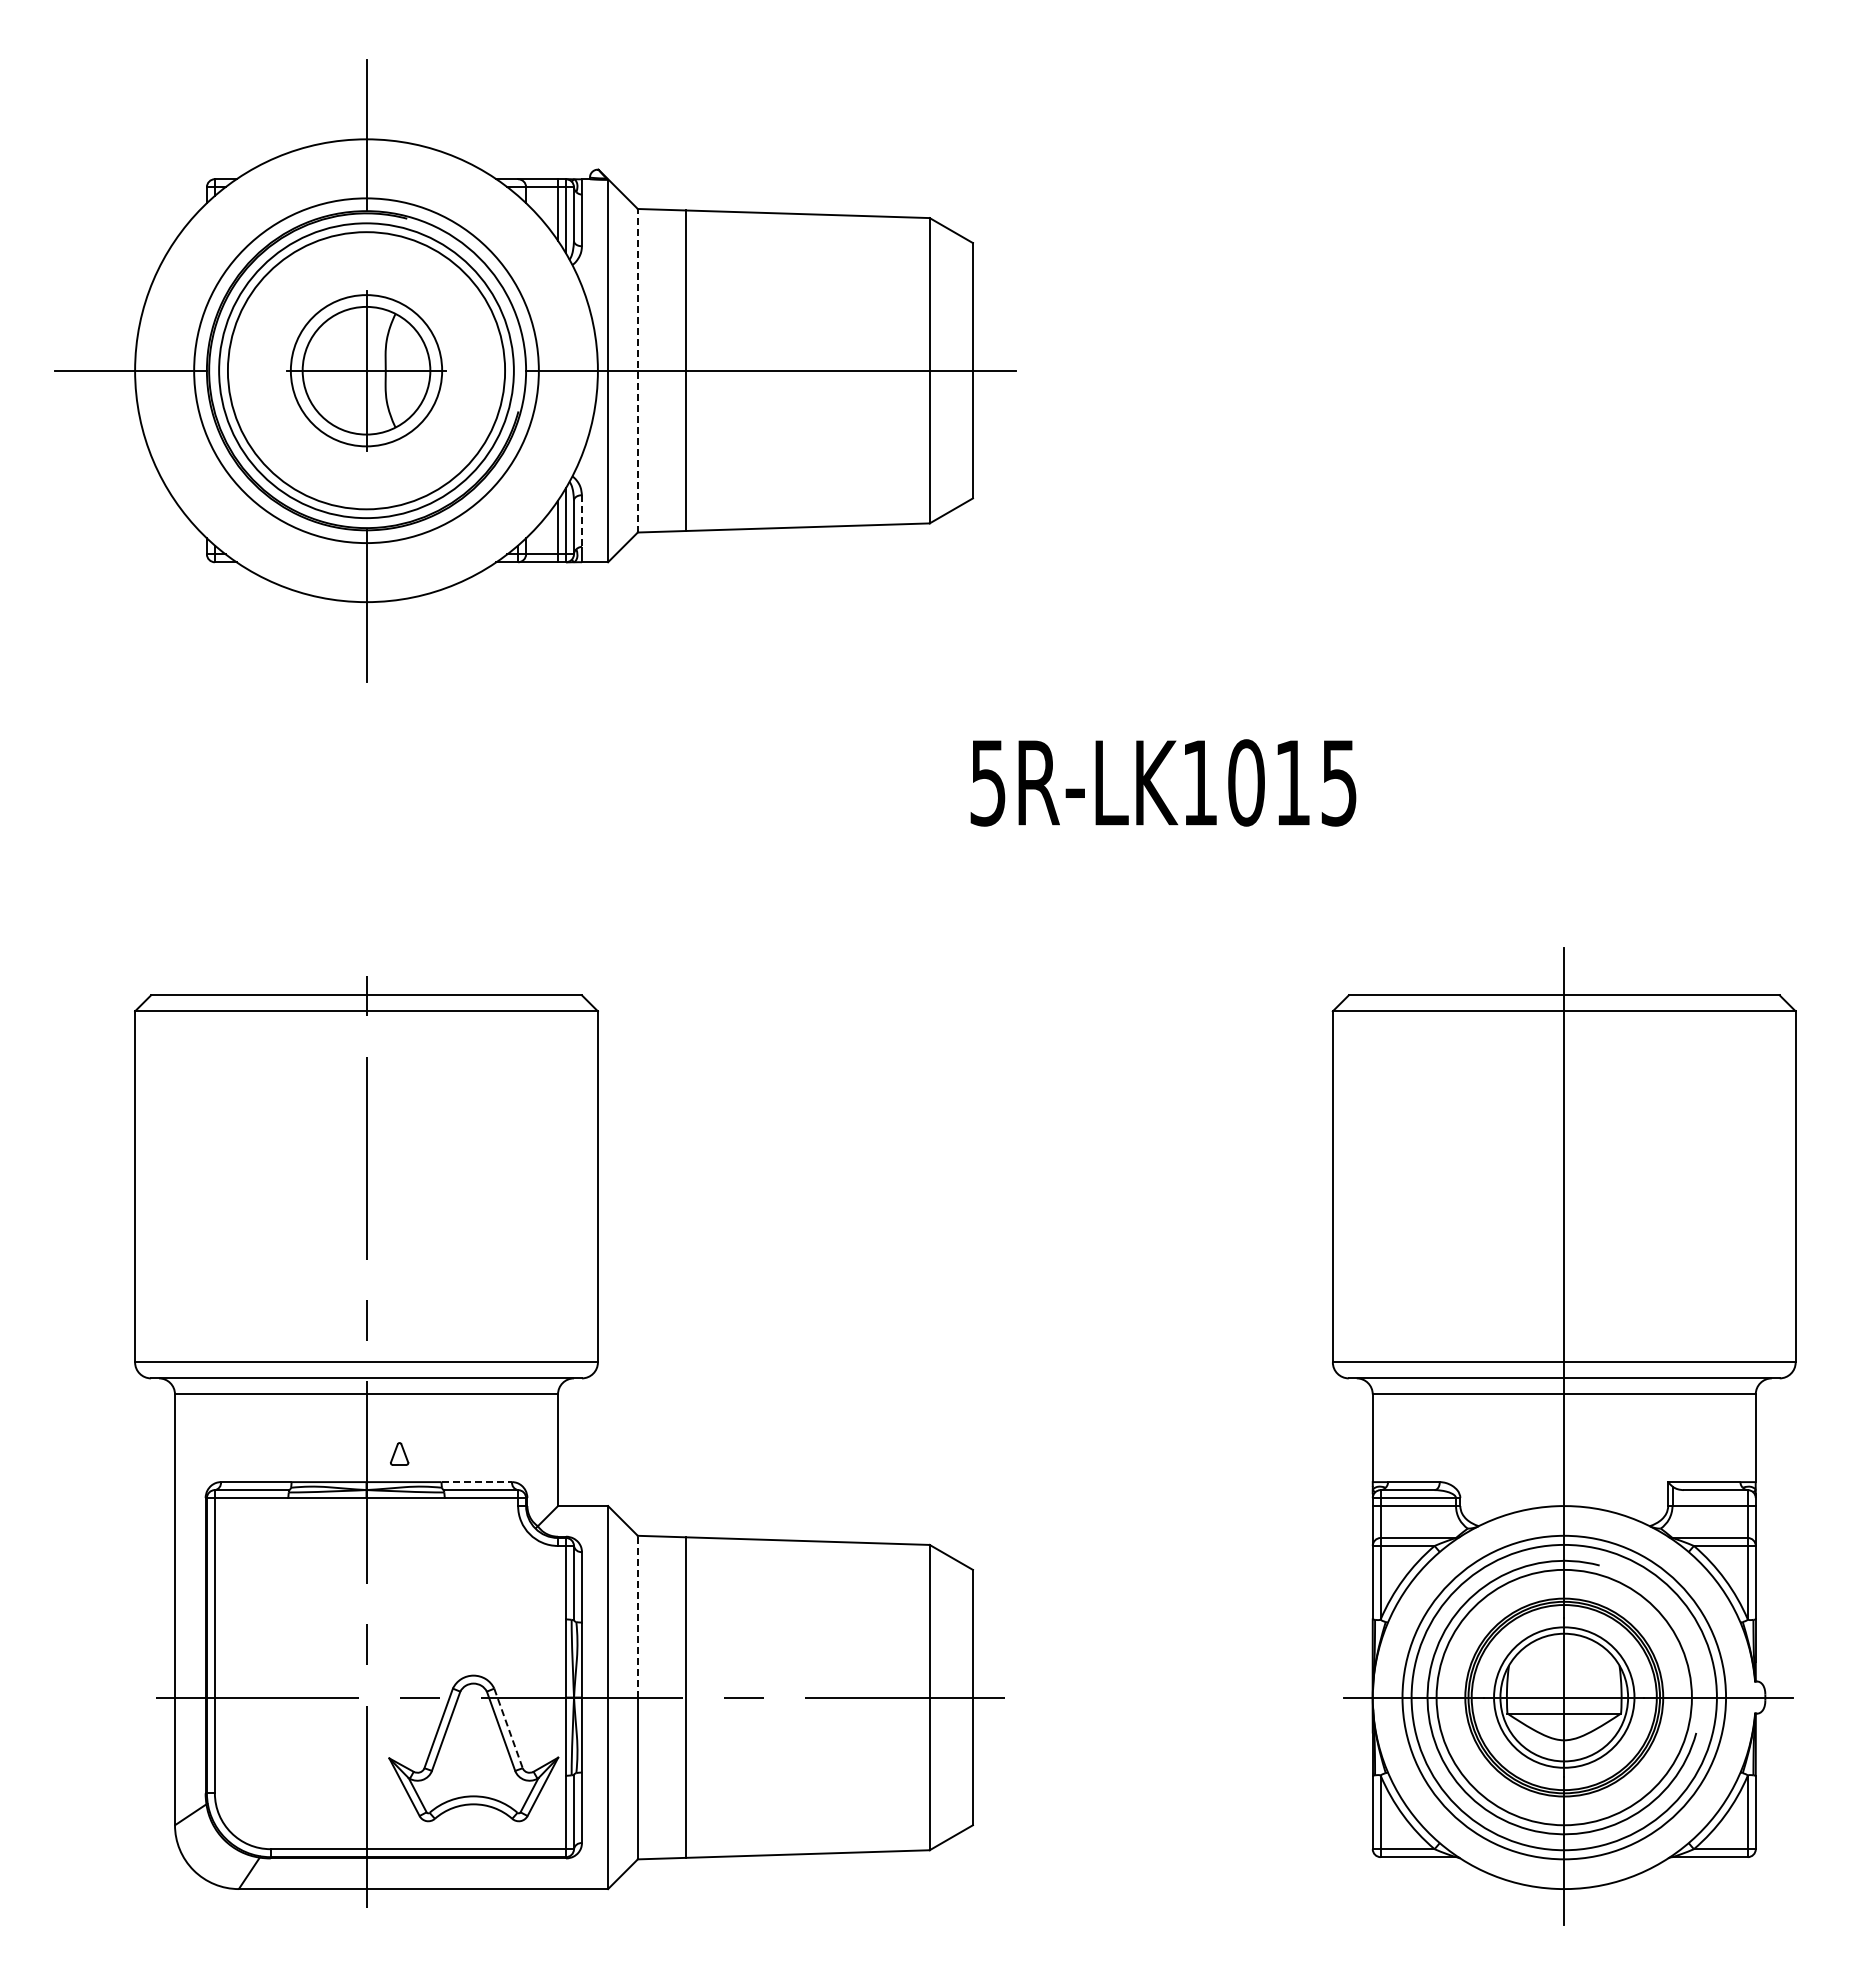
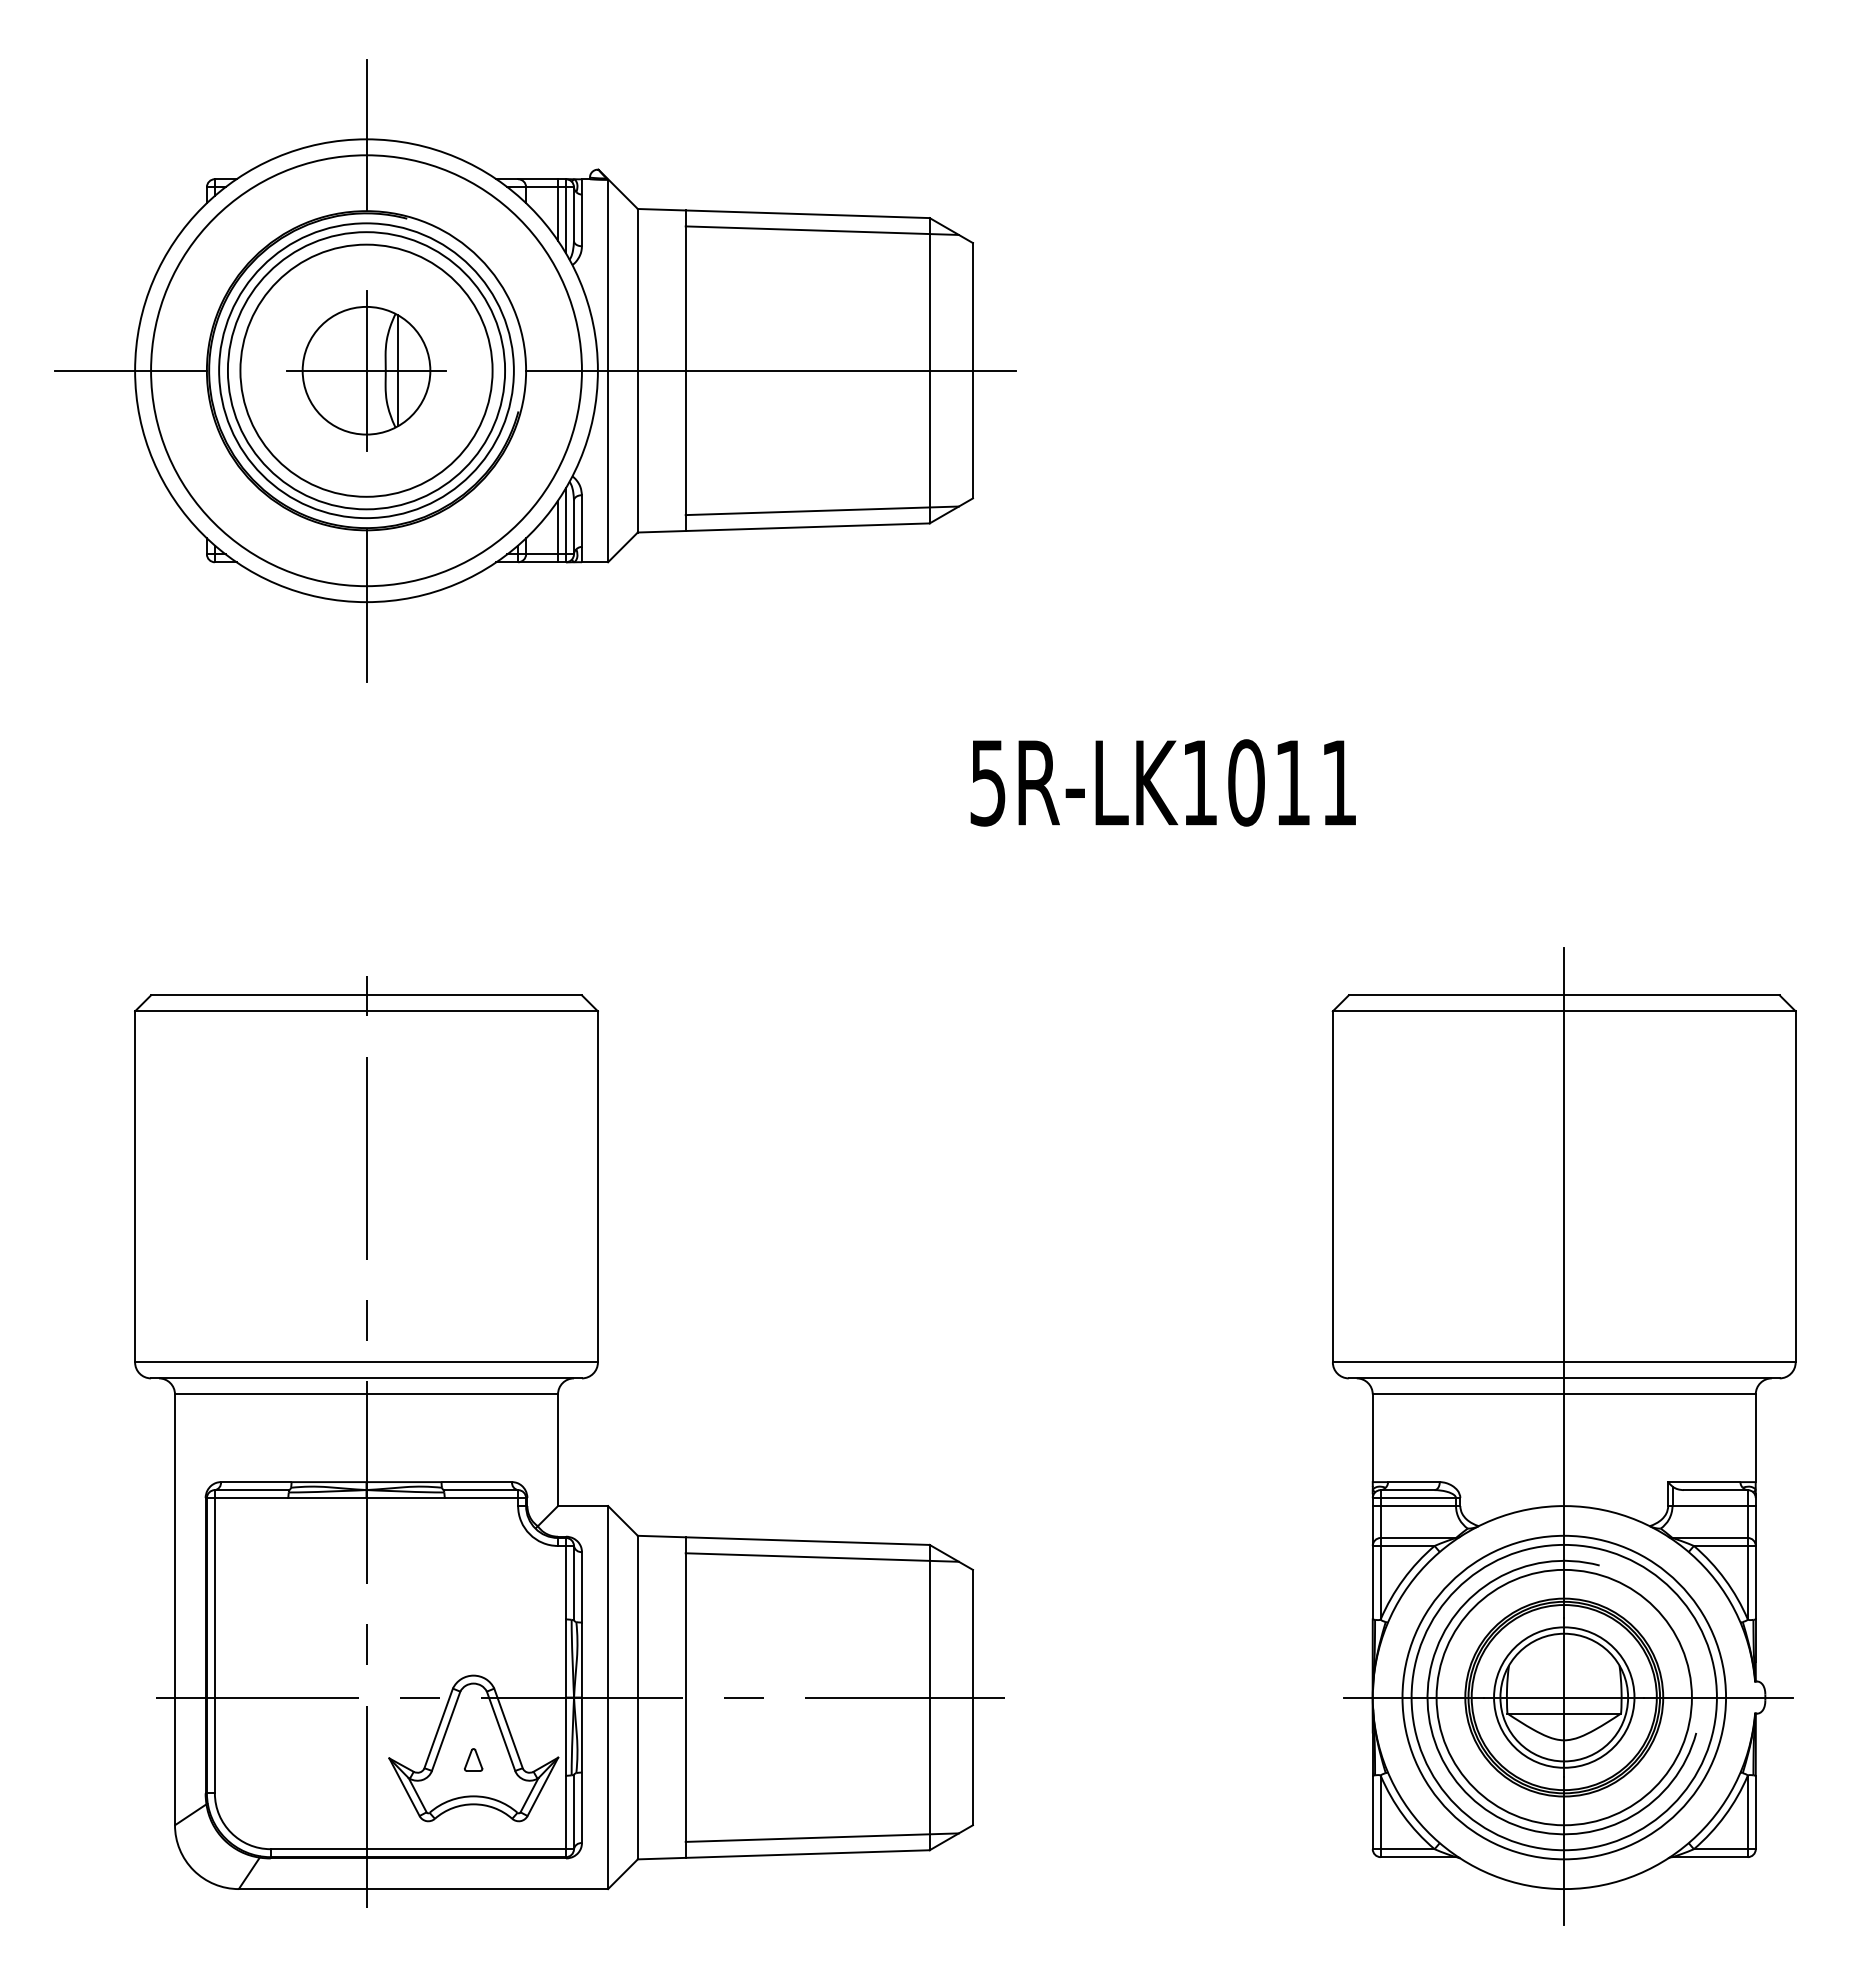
line at (821, 230): none -> present
circle at (366, 370) diameter: 151 px -> 252 px
circle at (366, 370) diameter: 345 px -> 431 px
line at (398, 370): none -> present
line at (637, 370): dashed -> solid
line at (821, 510): none -> present
line at (581, 521): dashed -> solid
text at (1338, 783): 5R-LK1015 -> 5R-LK1011
part at (399, 1453) position: (399, 1453) -> (473, 1759)
line at (477, 1482): dashed -> solid
line at (821, 1557): none -> present
line at (637, 1616): dashed -> solid
line at (508, 1728): dashed -> solid
line at (821, 1837): none -> present
